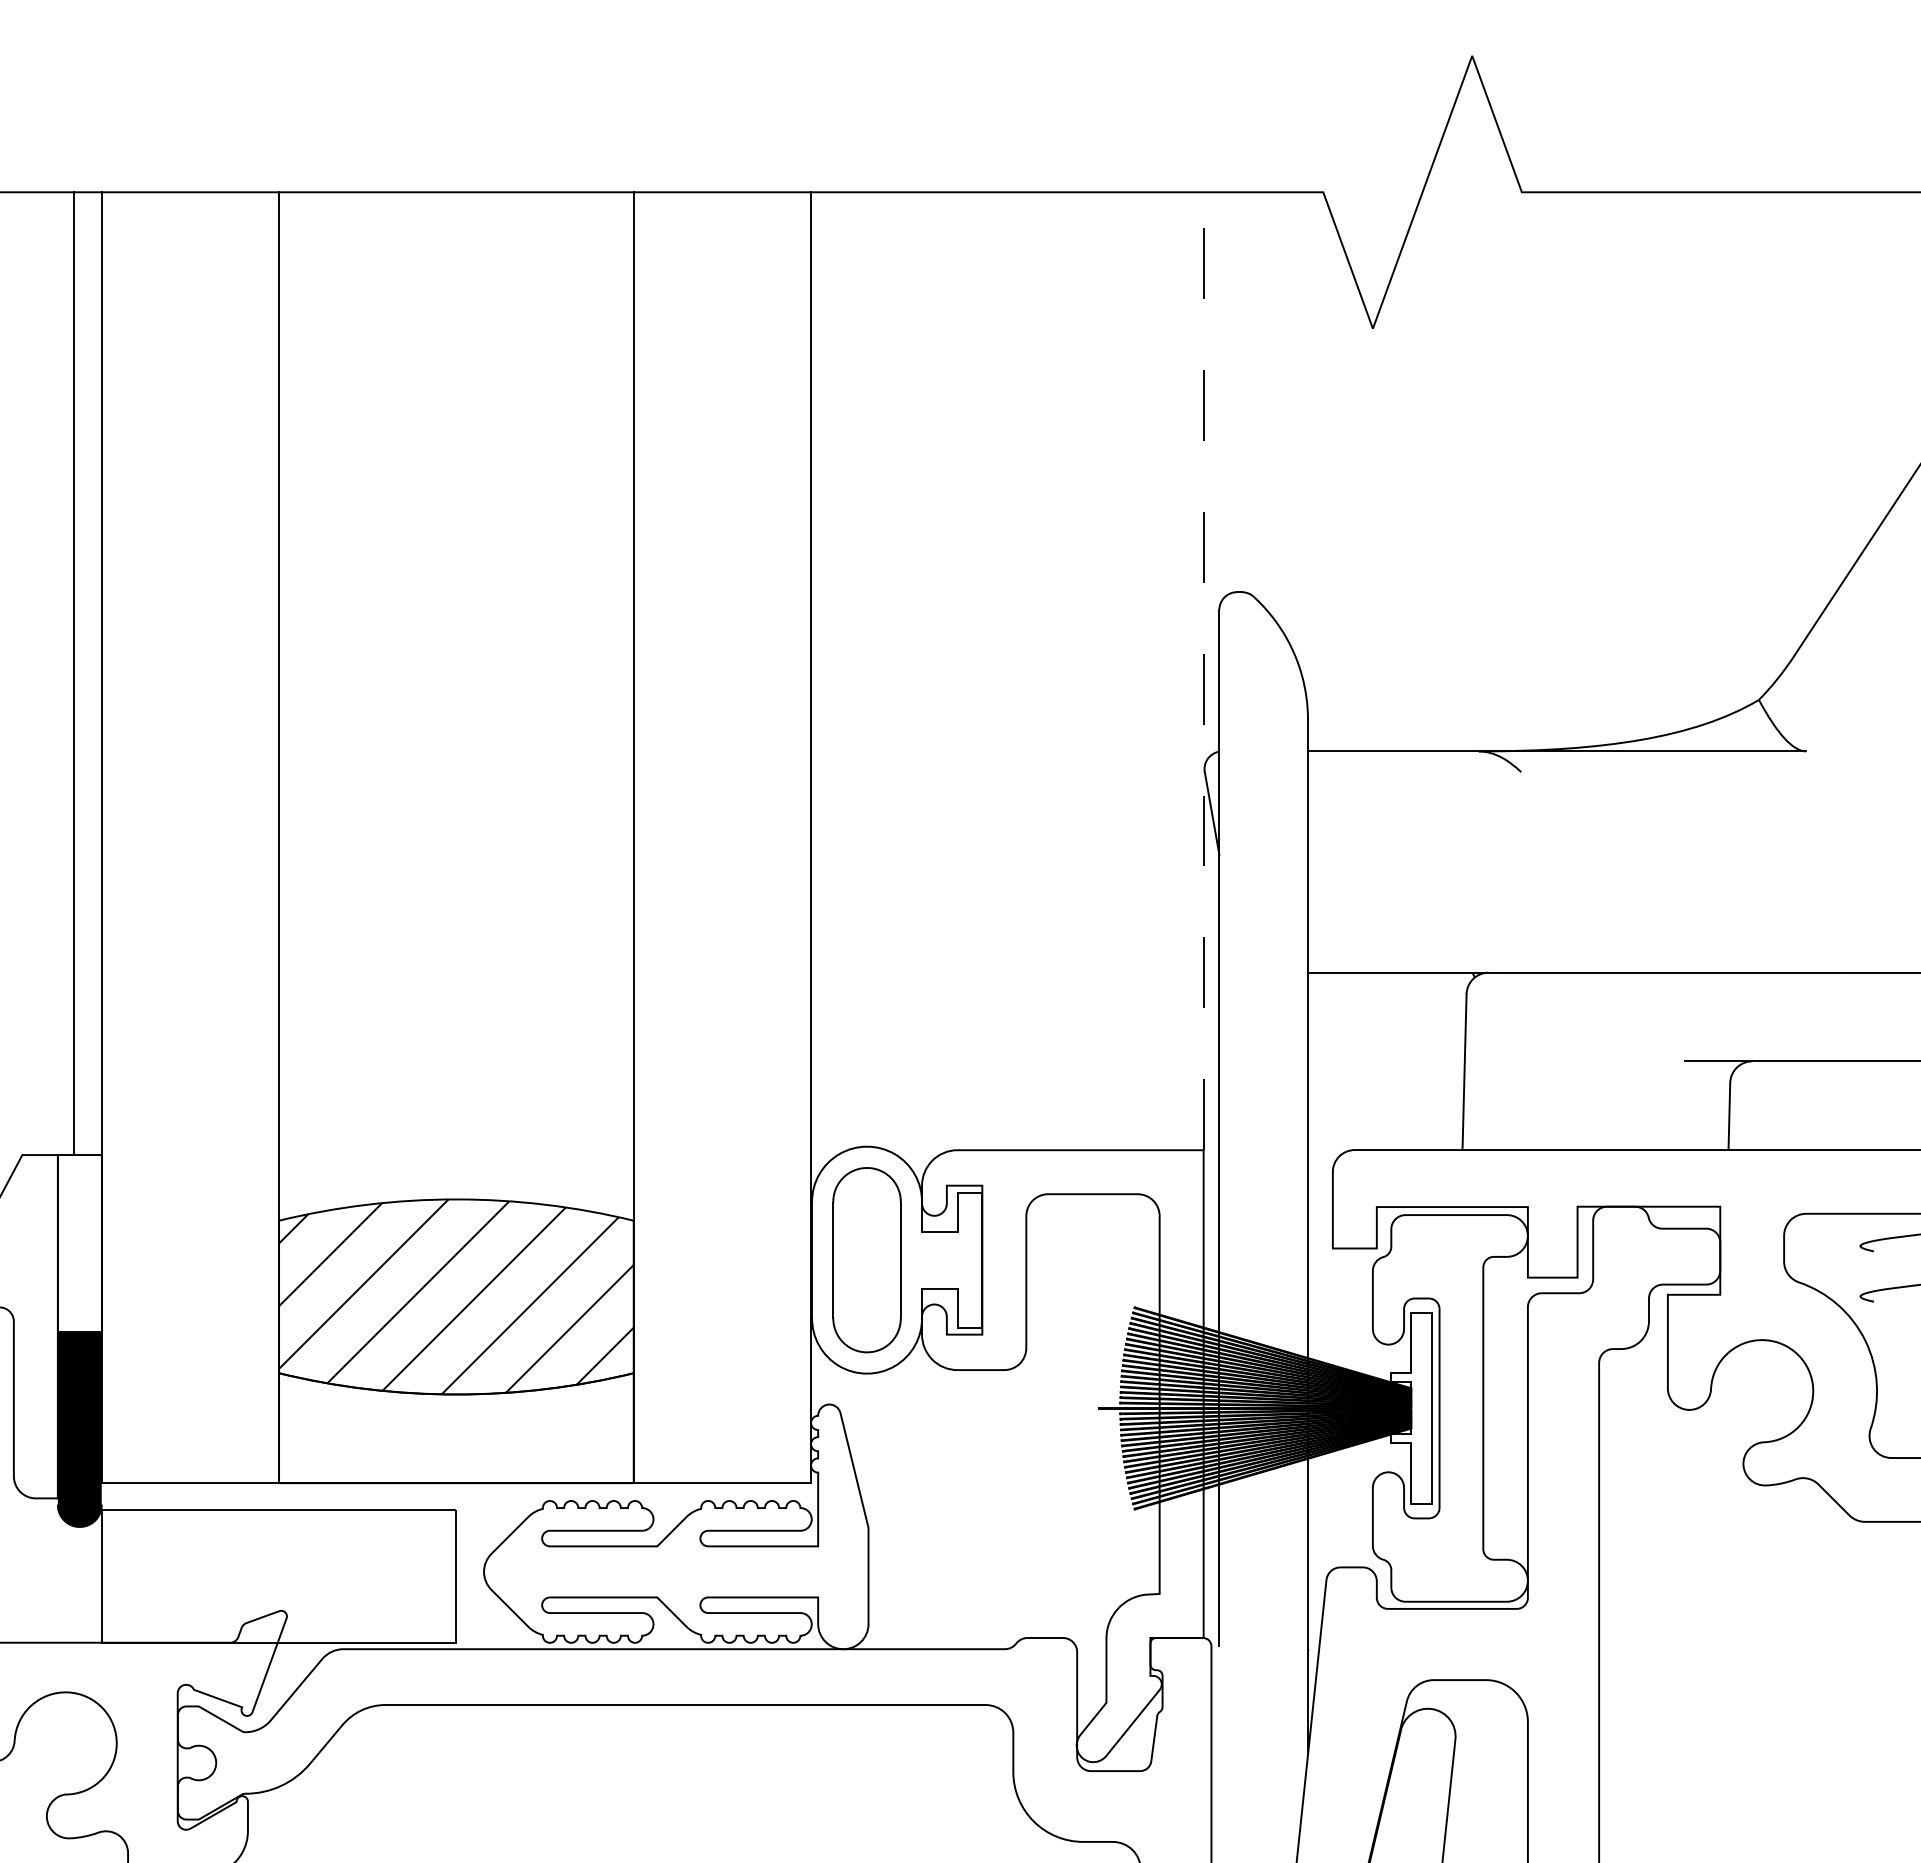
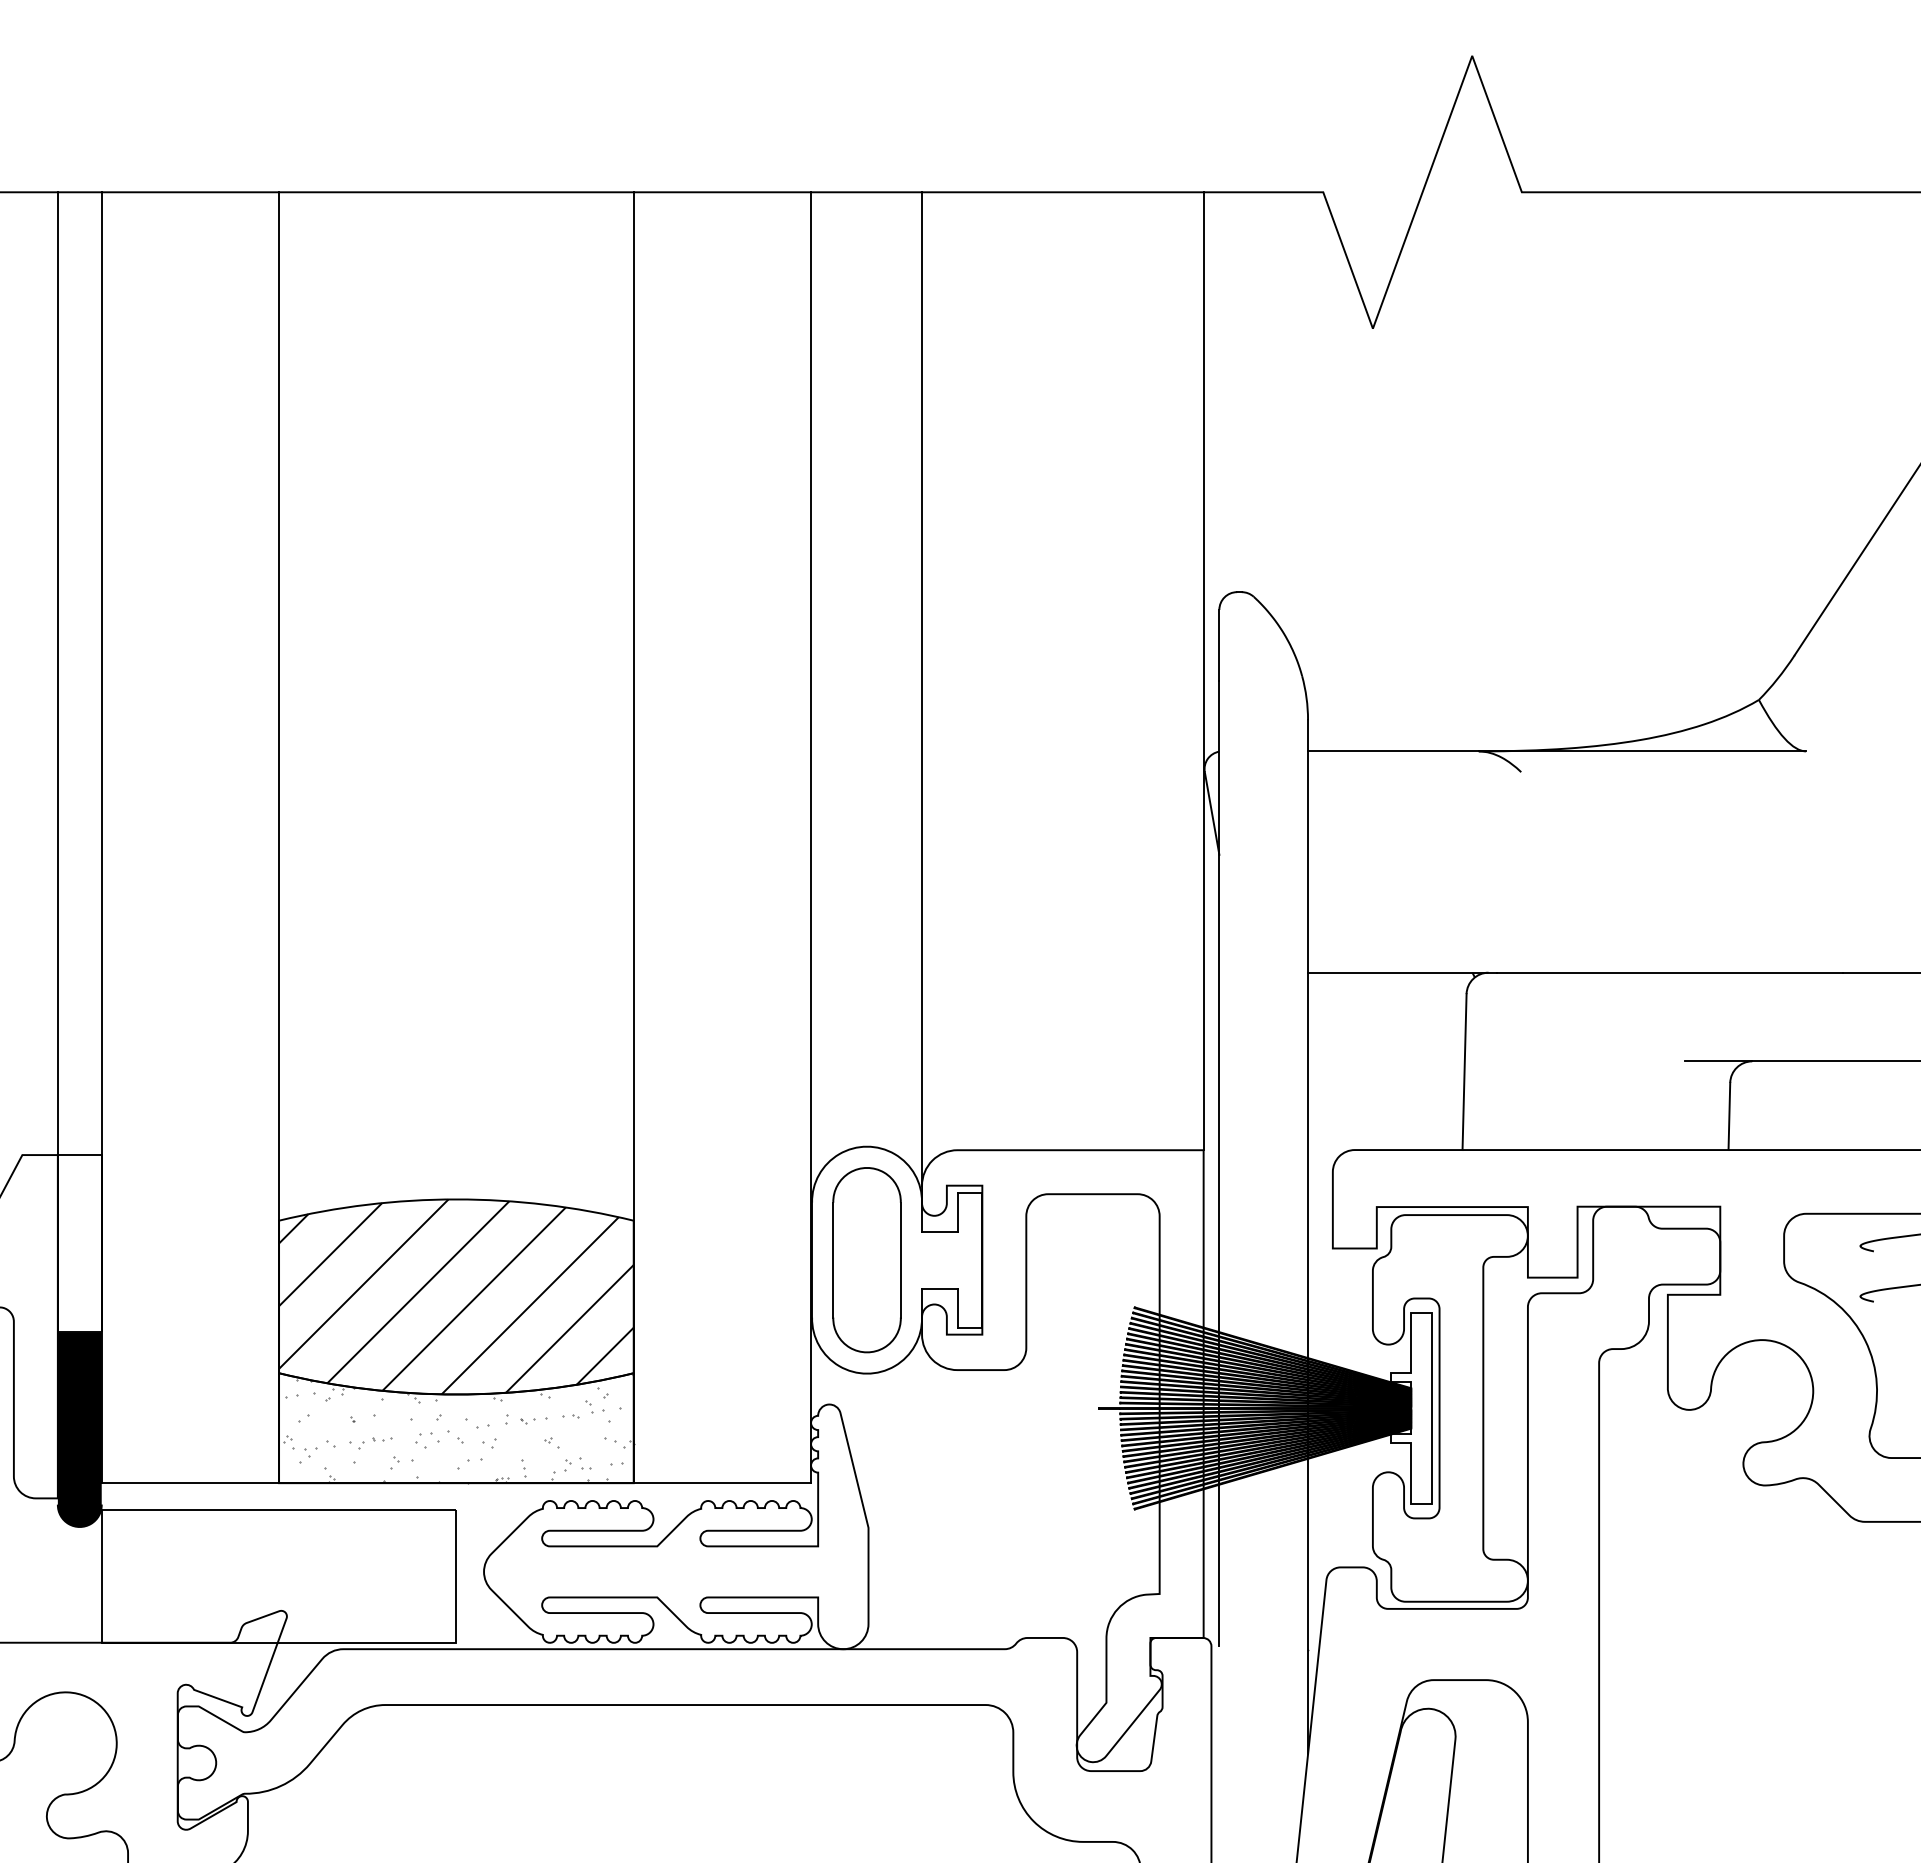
line at (1203, 671): dashed -> solid
line at (73, 673) position: (73, 673) -> (57, 673)
line at (922, 688): none -> present
hatch at (458, 1429): none -> present
